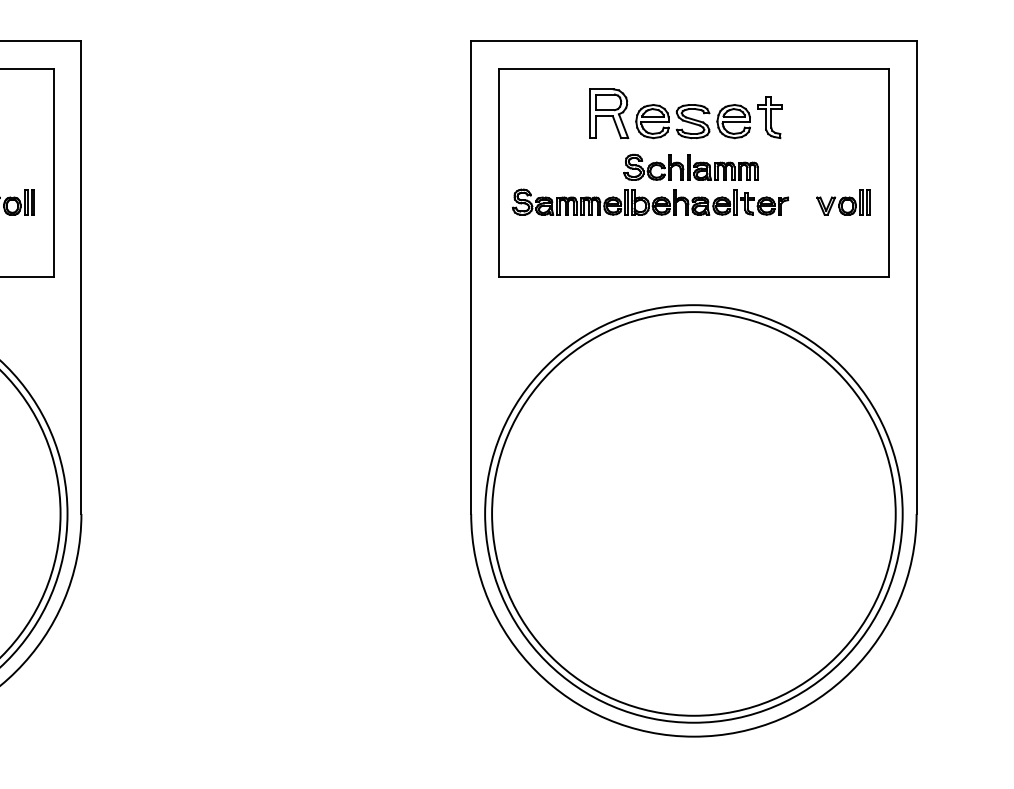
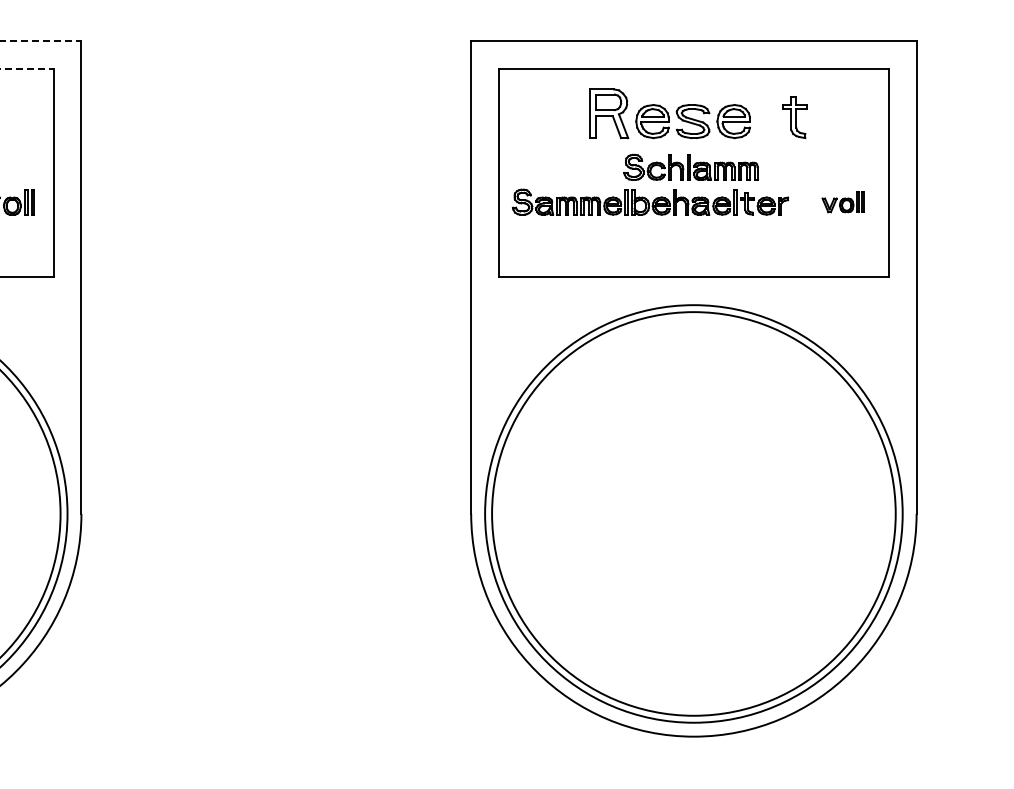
line at (41, 40): solid -> dashed
line at (27, 68): solid -> dashed
part at (769, 117) position: (769, 117) -> (794, 117)
part at (843, 202) size: 55x27 px -> 44x23 px
